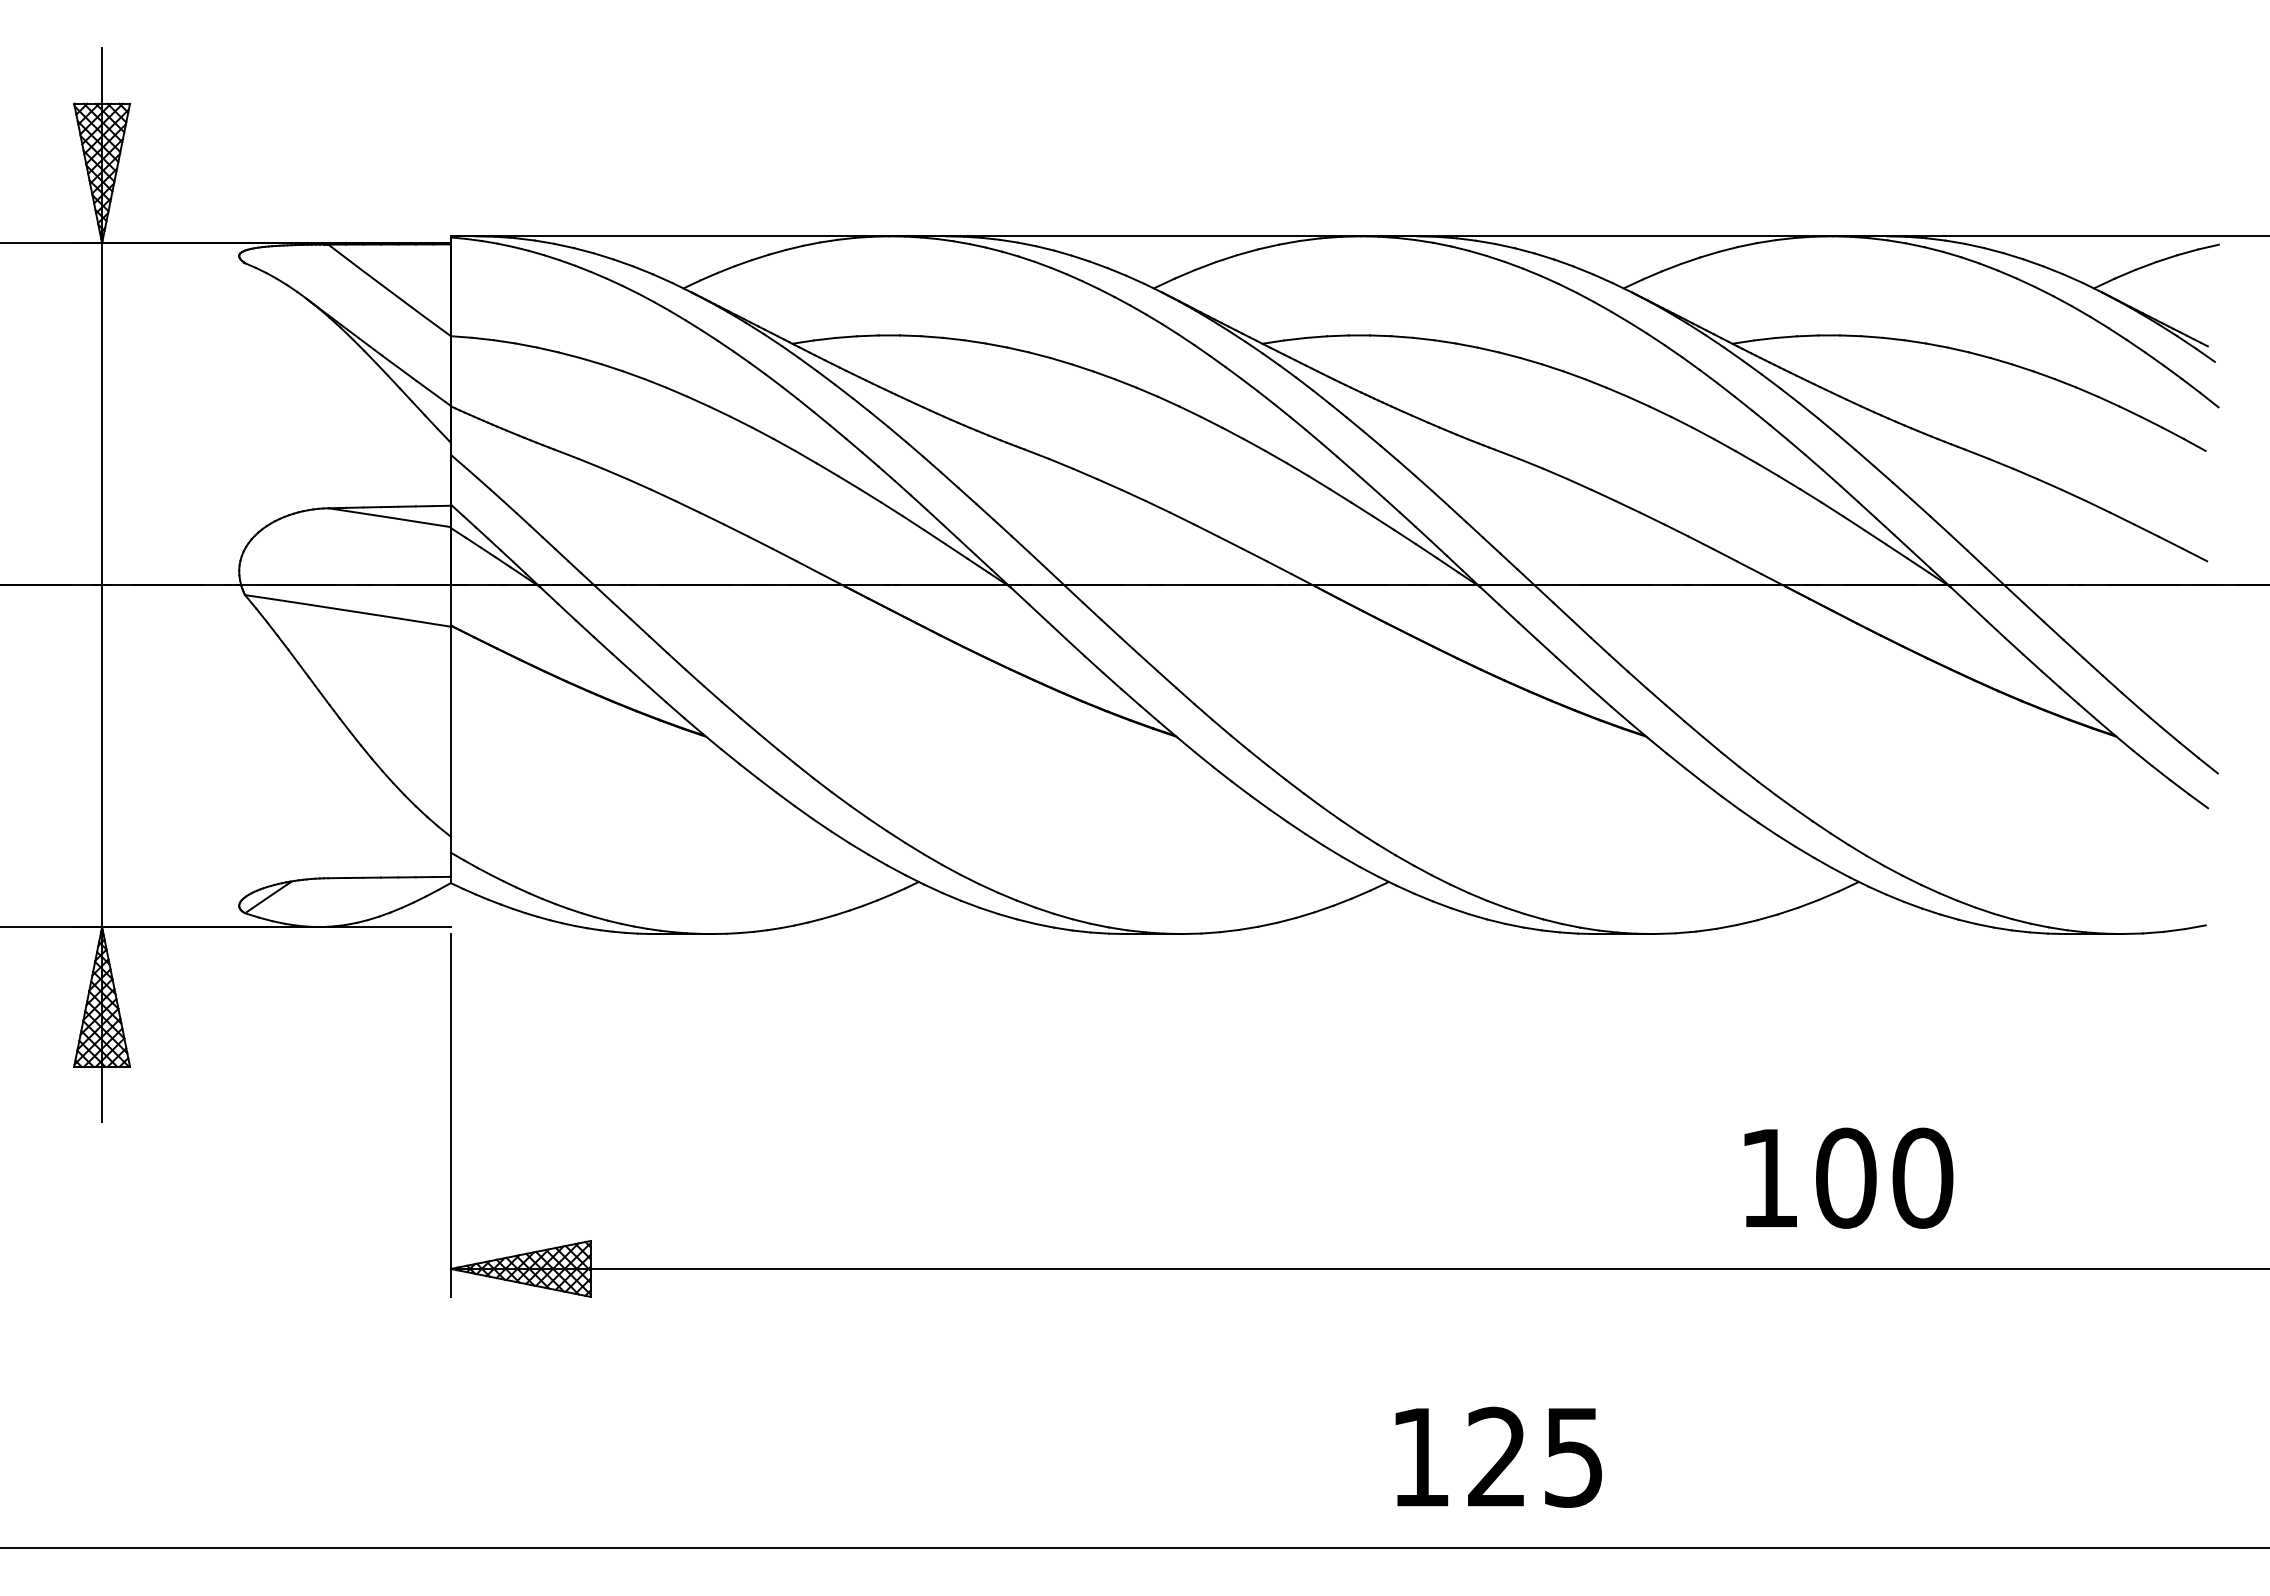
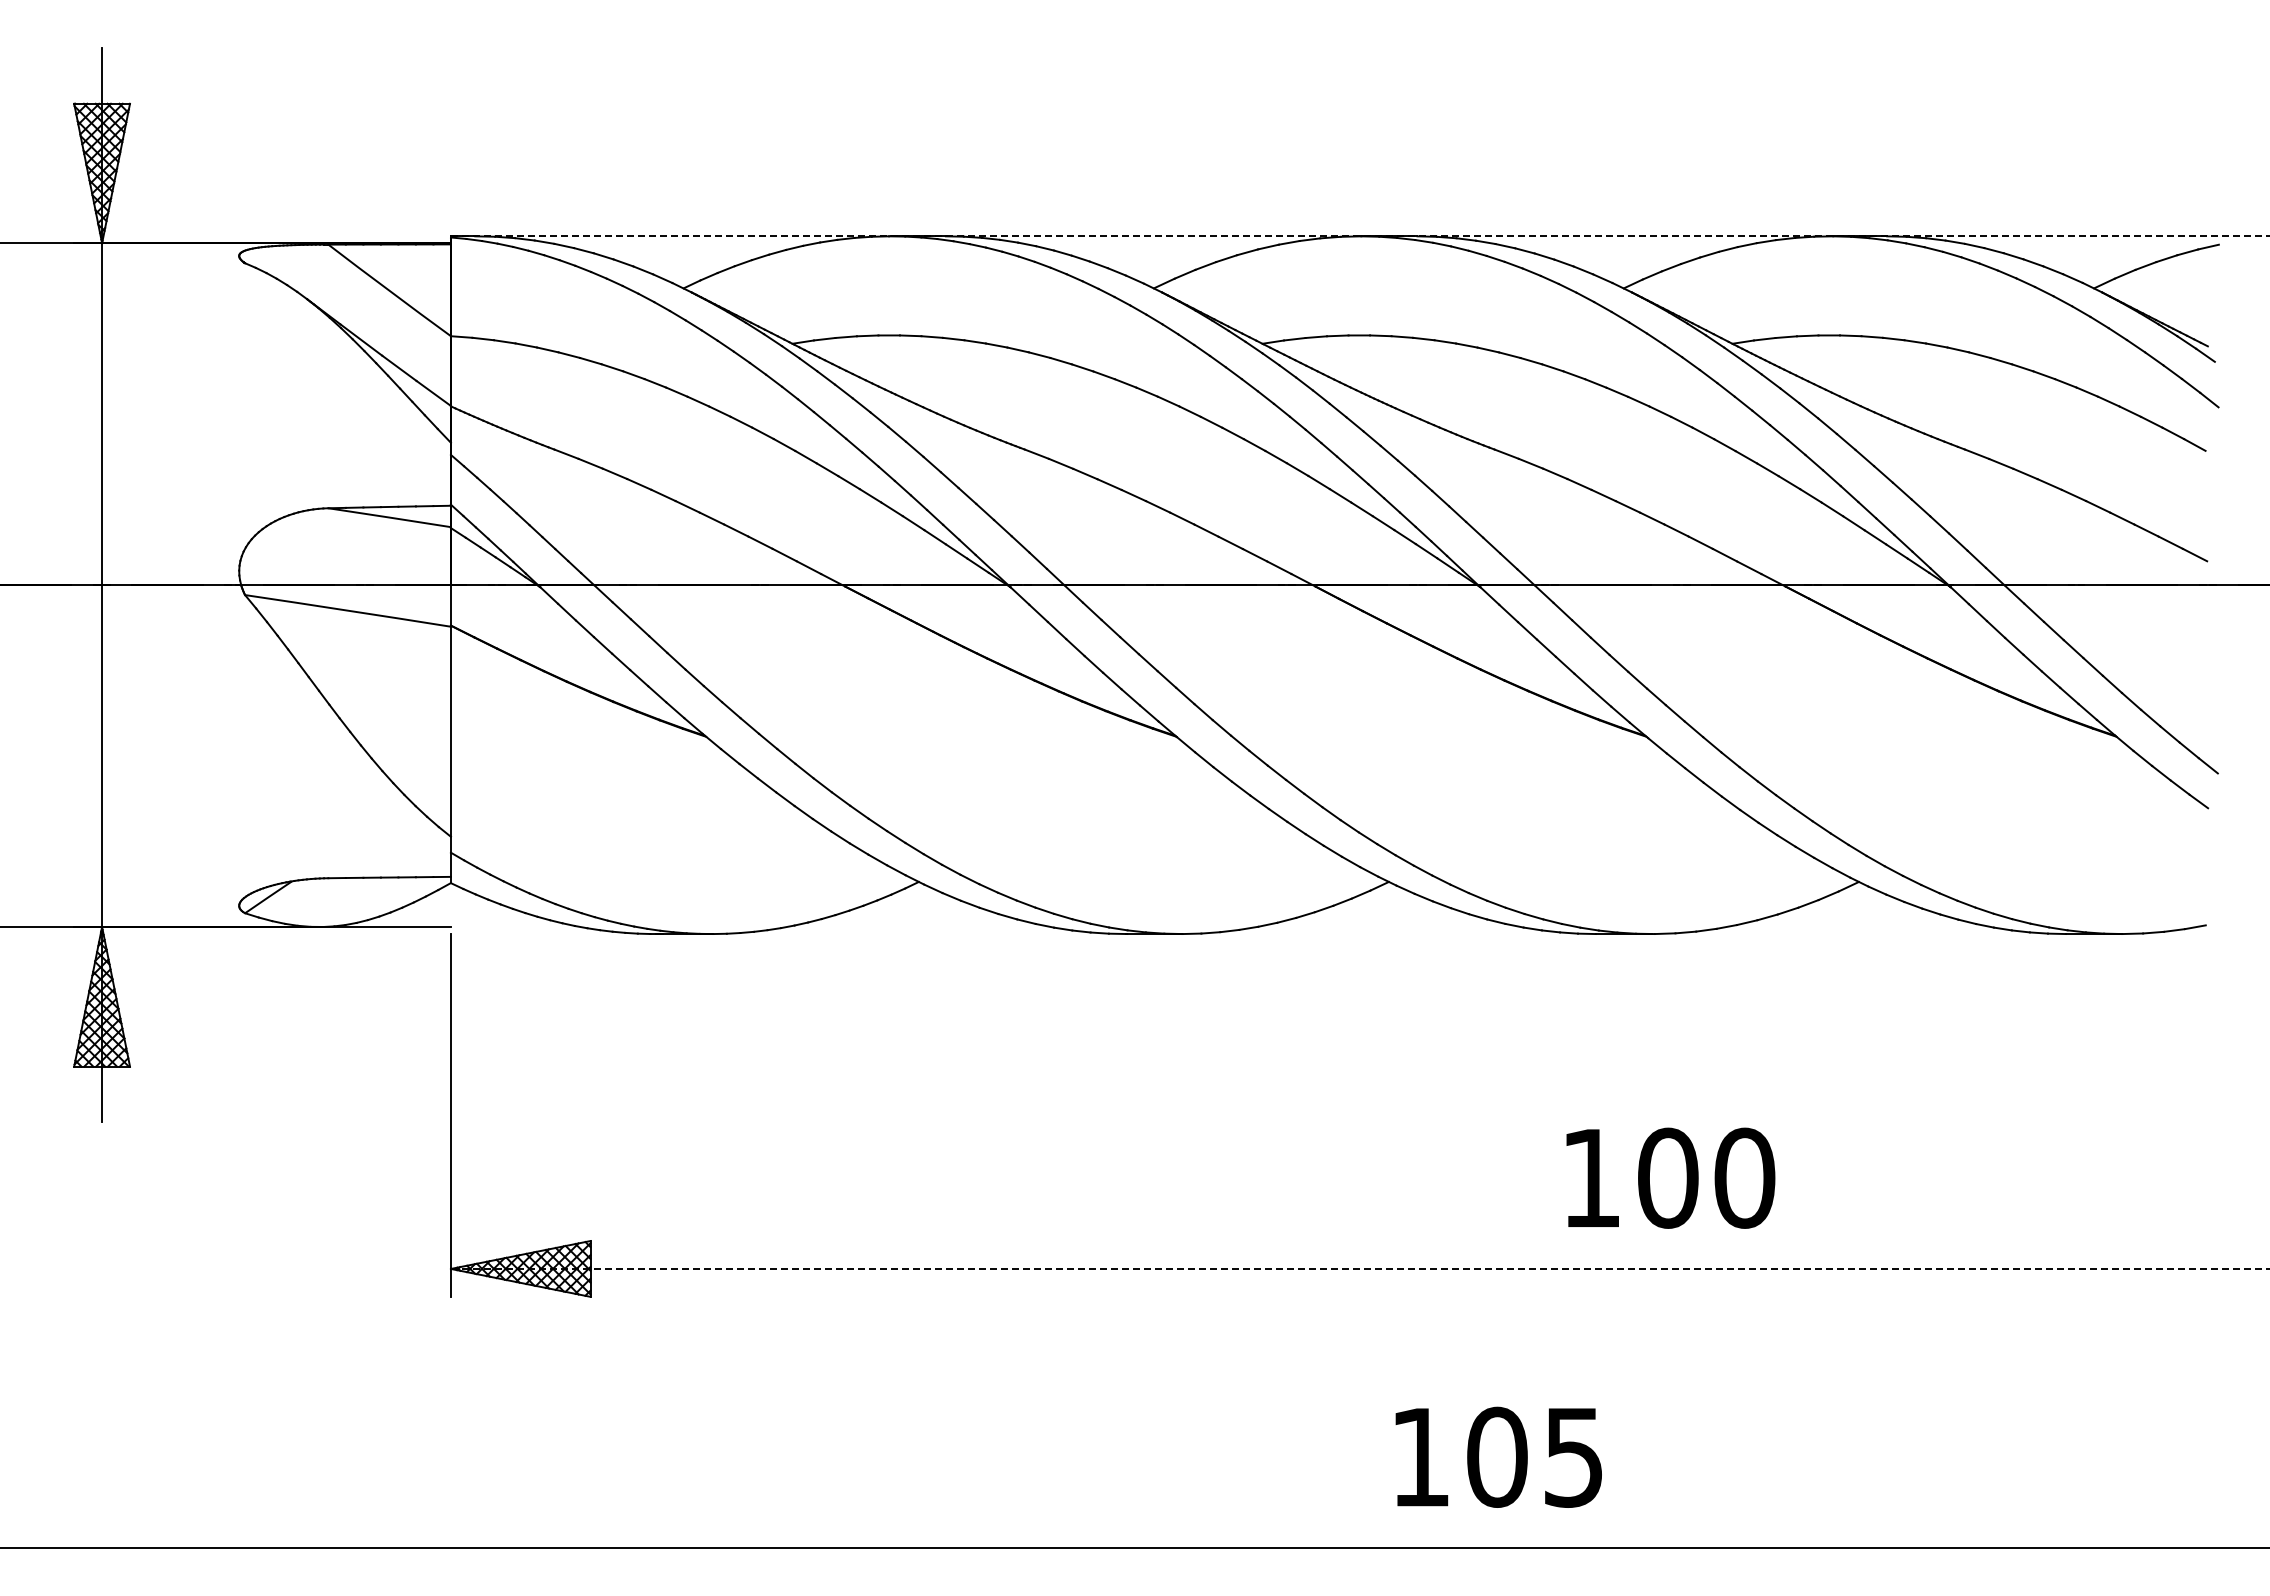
line at (1359, 236): solid -> dashed
text at (1848, 1177) position: (1848, 1177) -> (1670, 1177)
line at (1360, 1268): solid -> dashed
text at (1497, 1456): 125 -> 105
